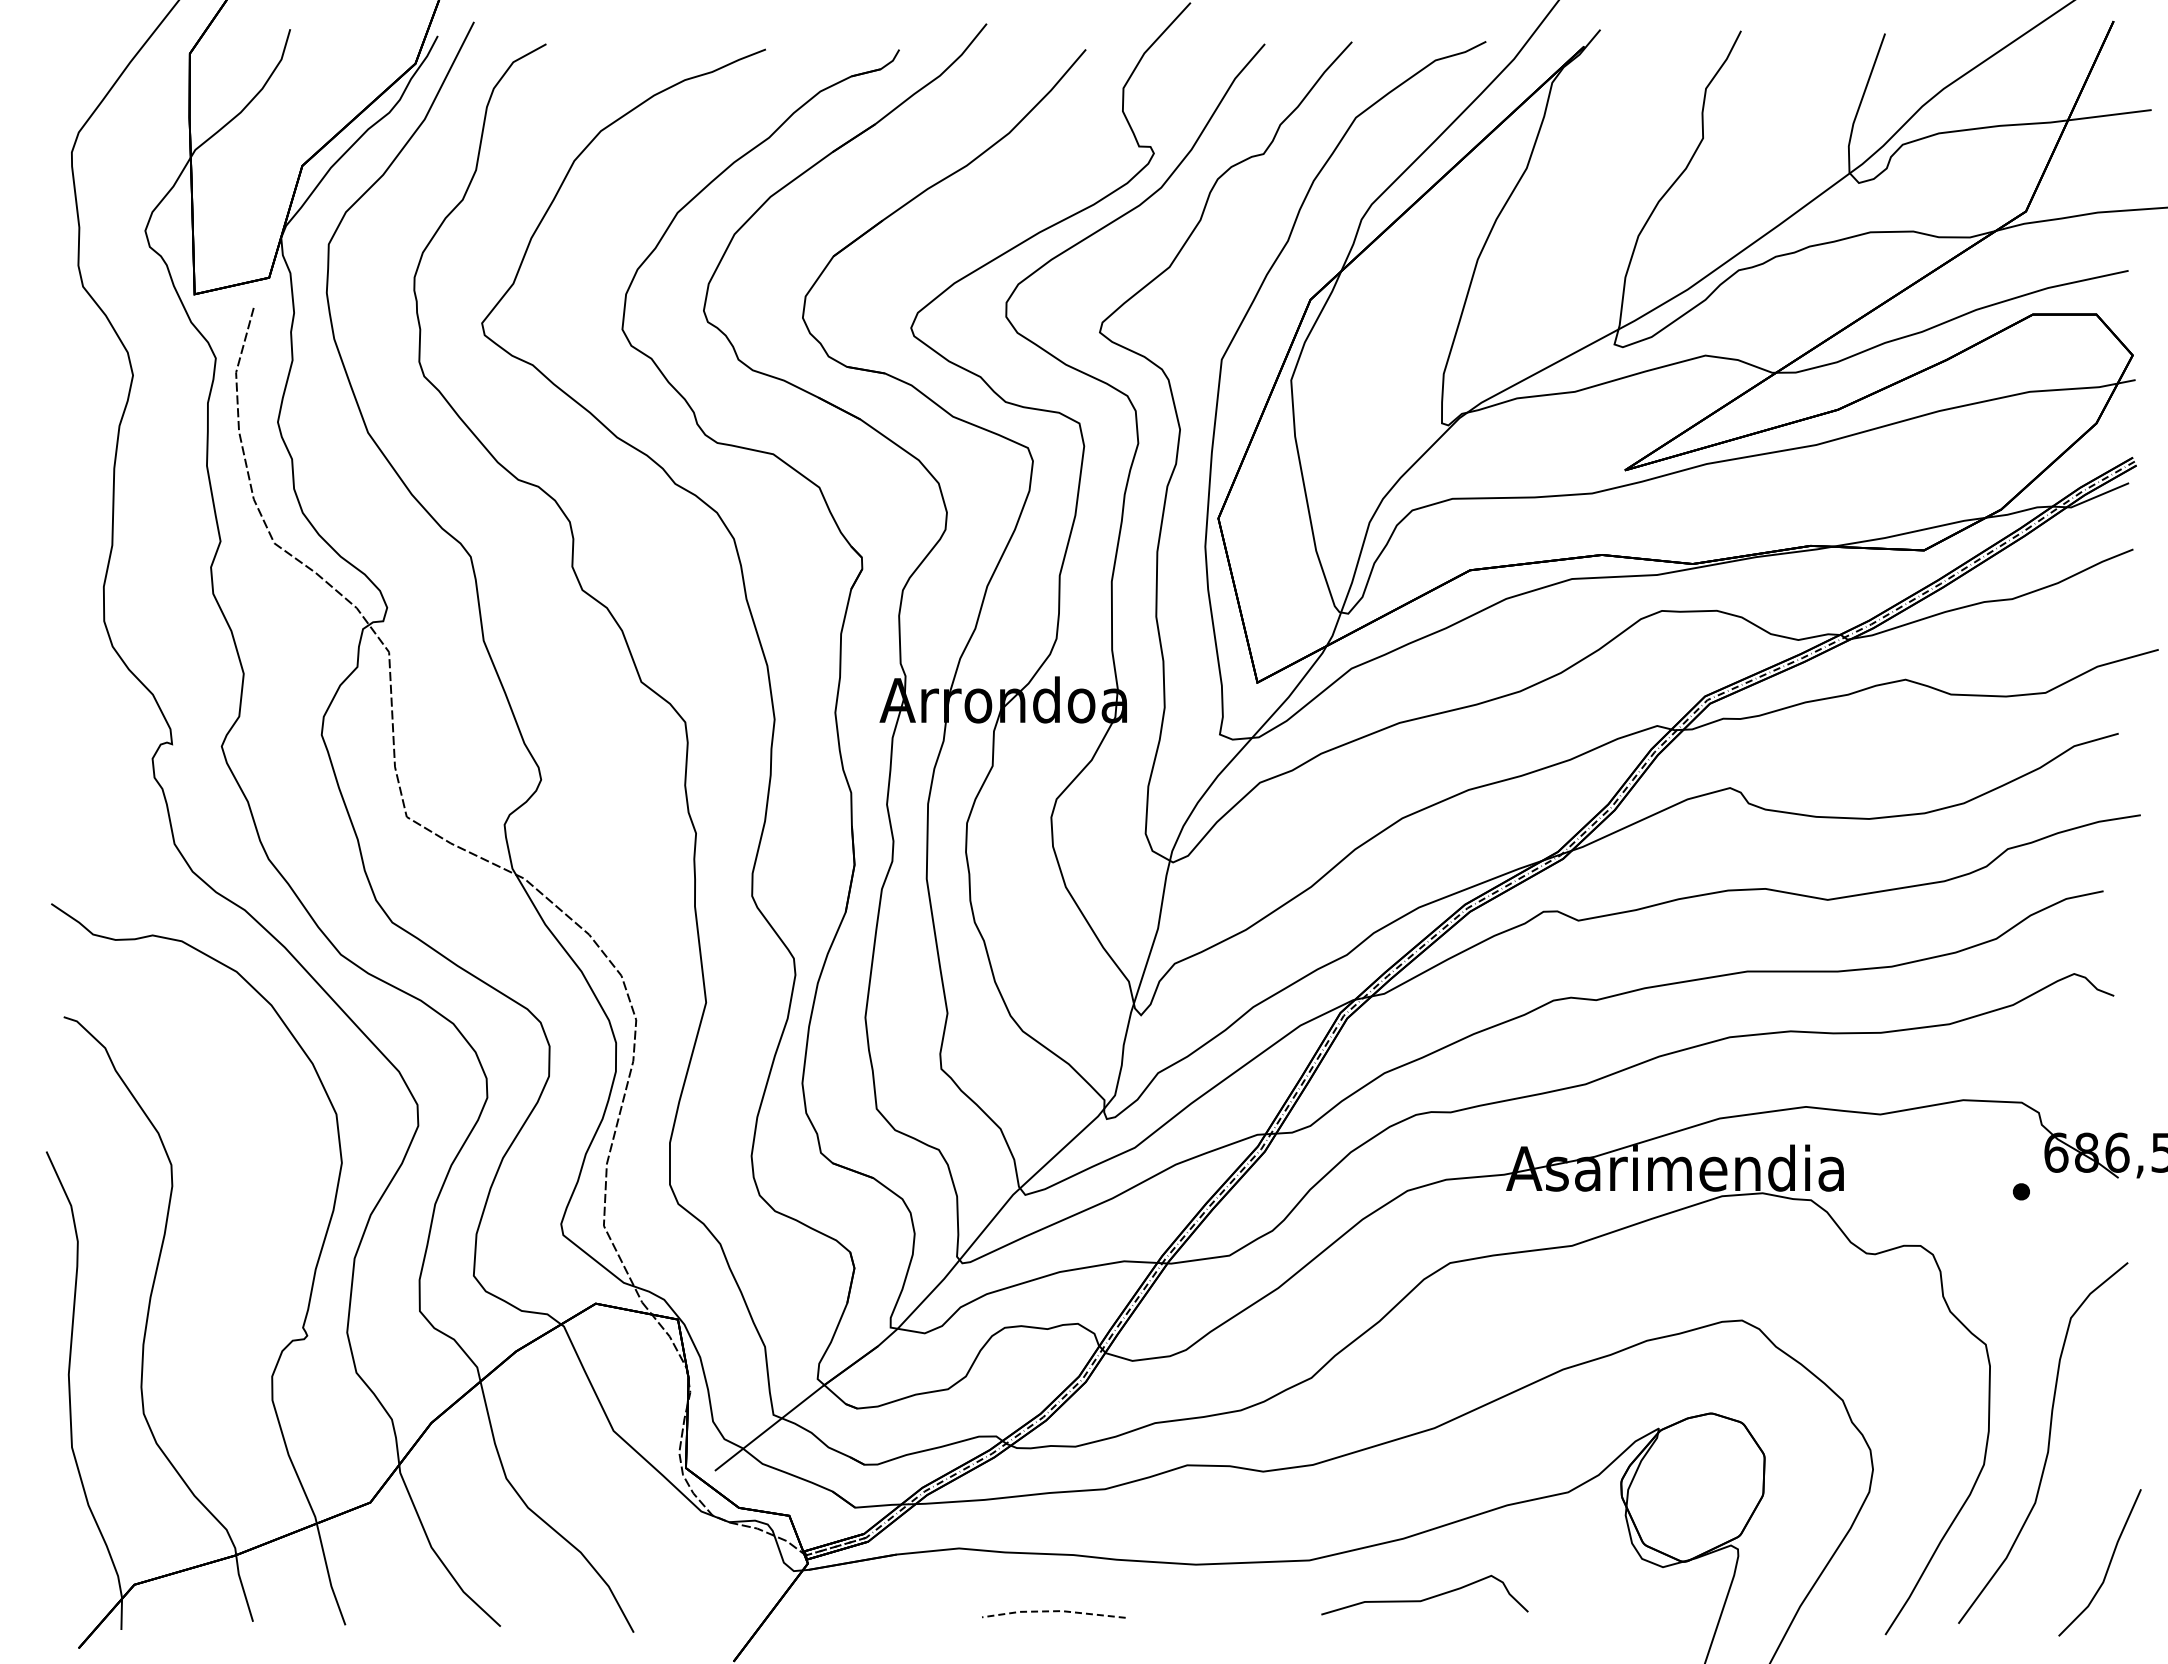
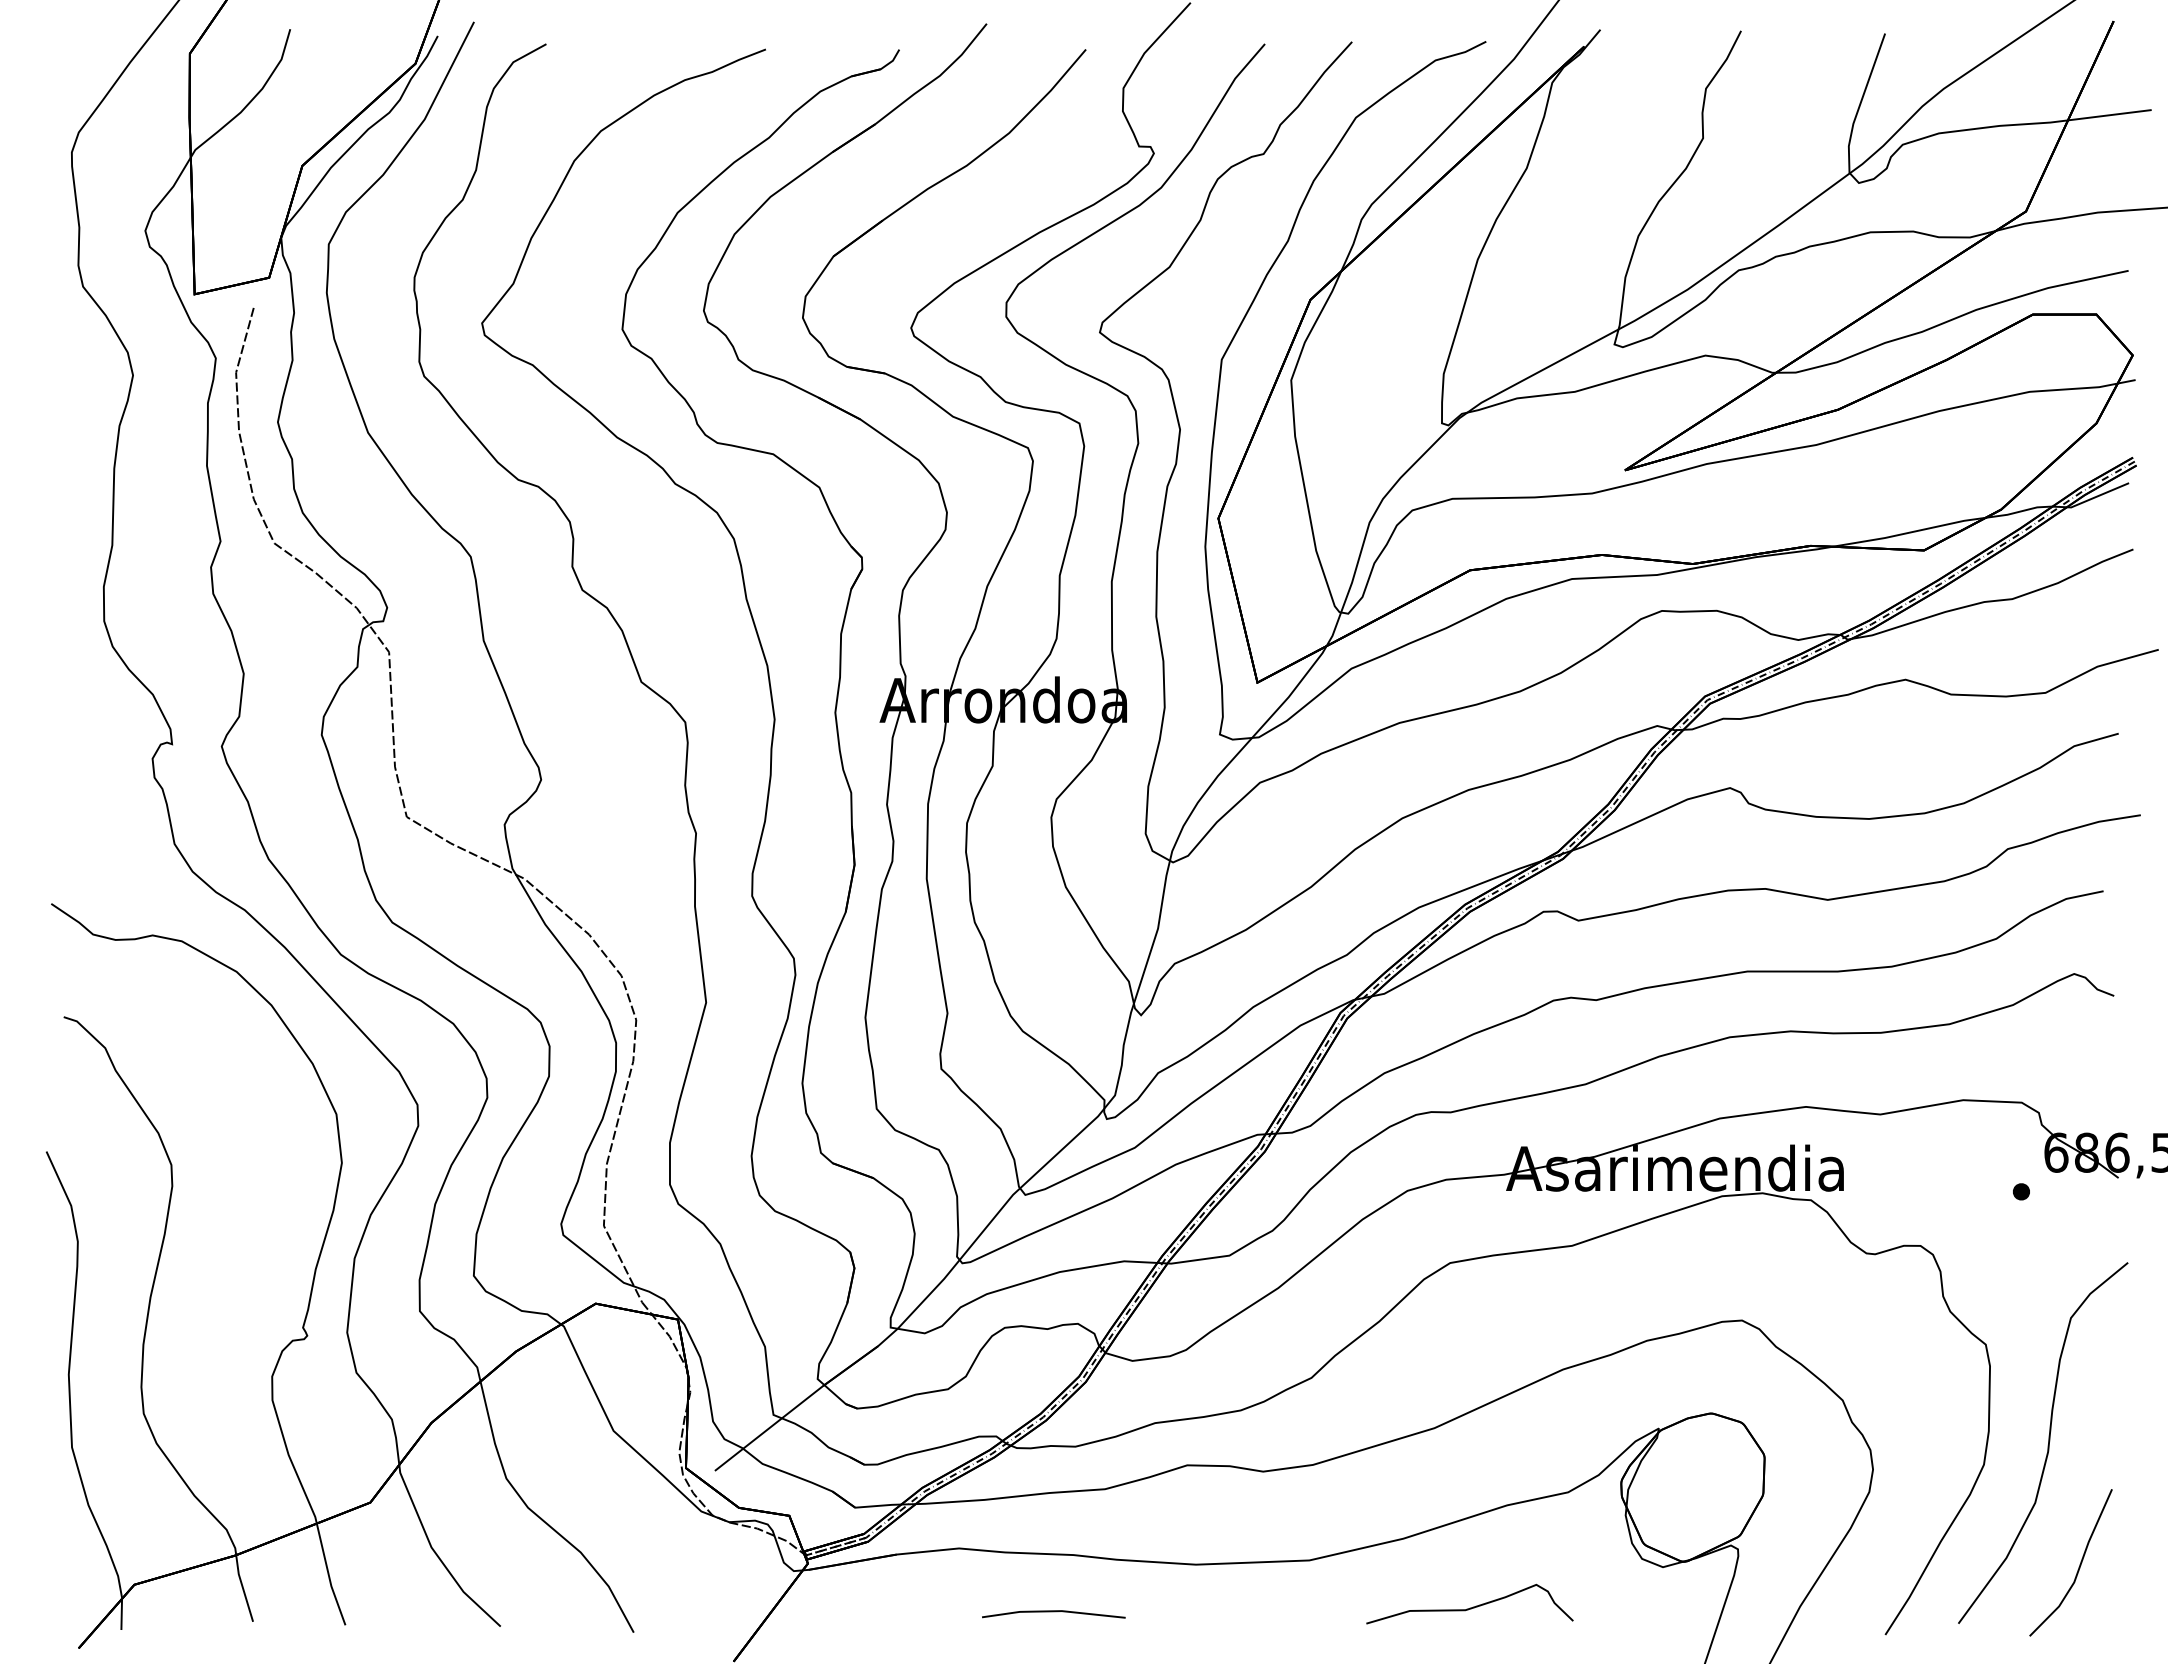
line at (2108, 1564) position: (2108, 1564) -> (2079, 1564)
curve at (1425, 1598) position: (1425, 1598) -> (1470, 1607)
line at (1053, 1611): dashed -> solid
